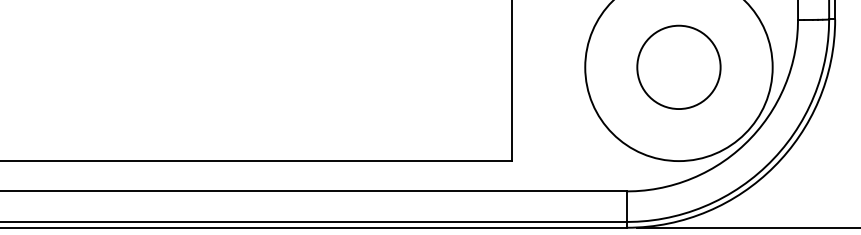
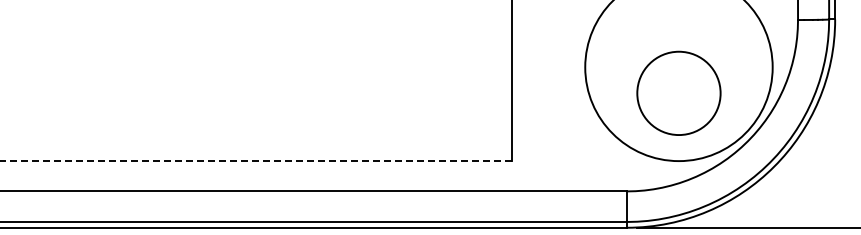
circle at (678, 66) position: (678, 66) -> (678, 92)
line at (256, 161): solid -> dashed
